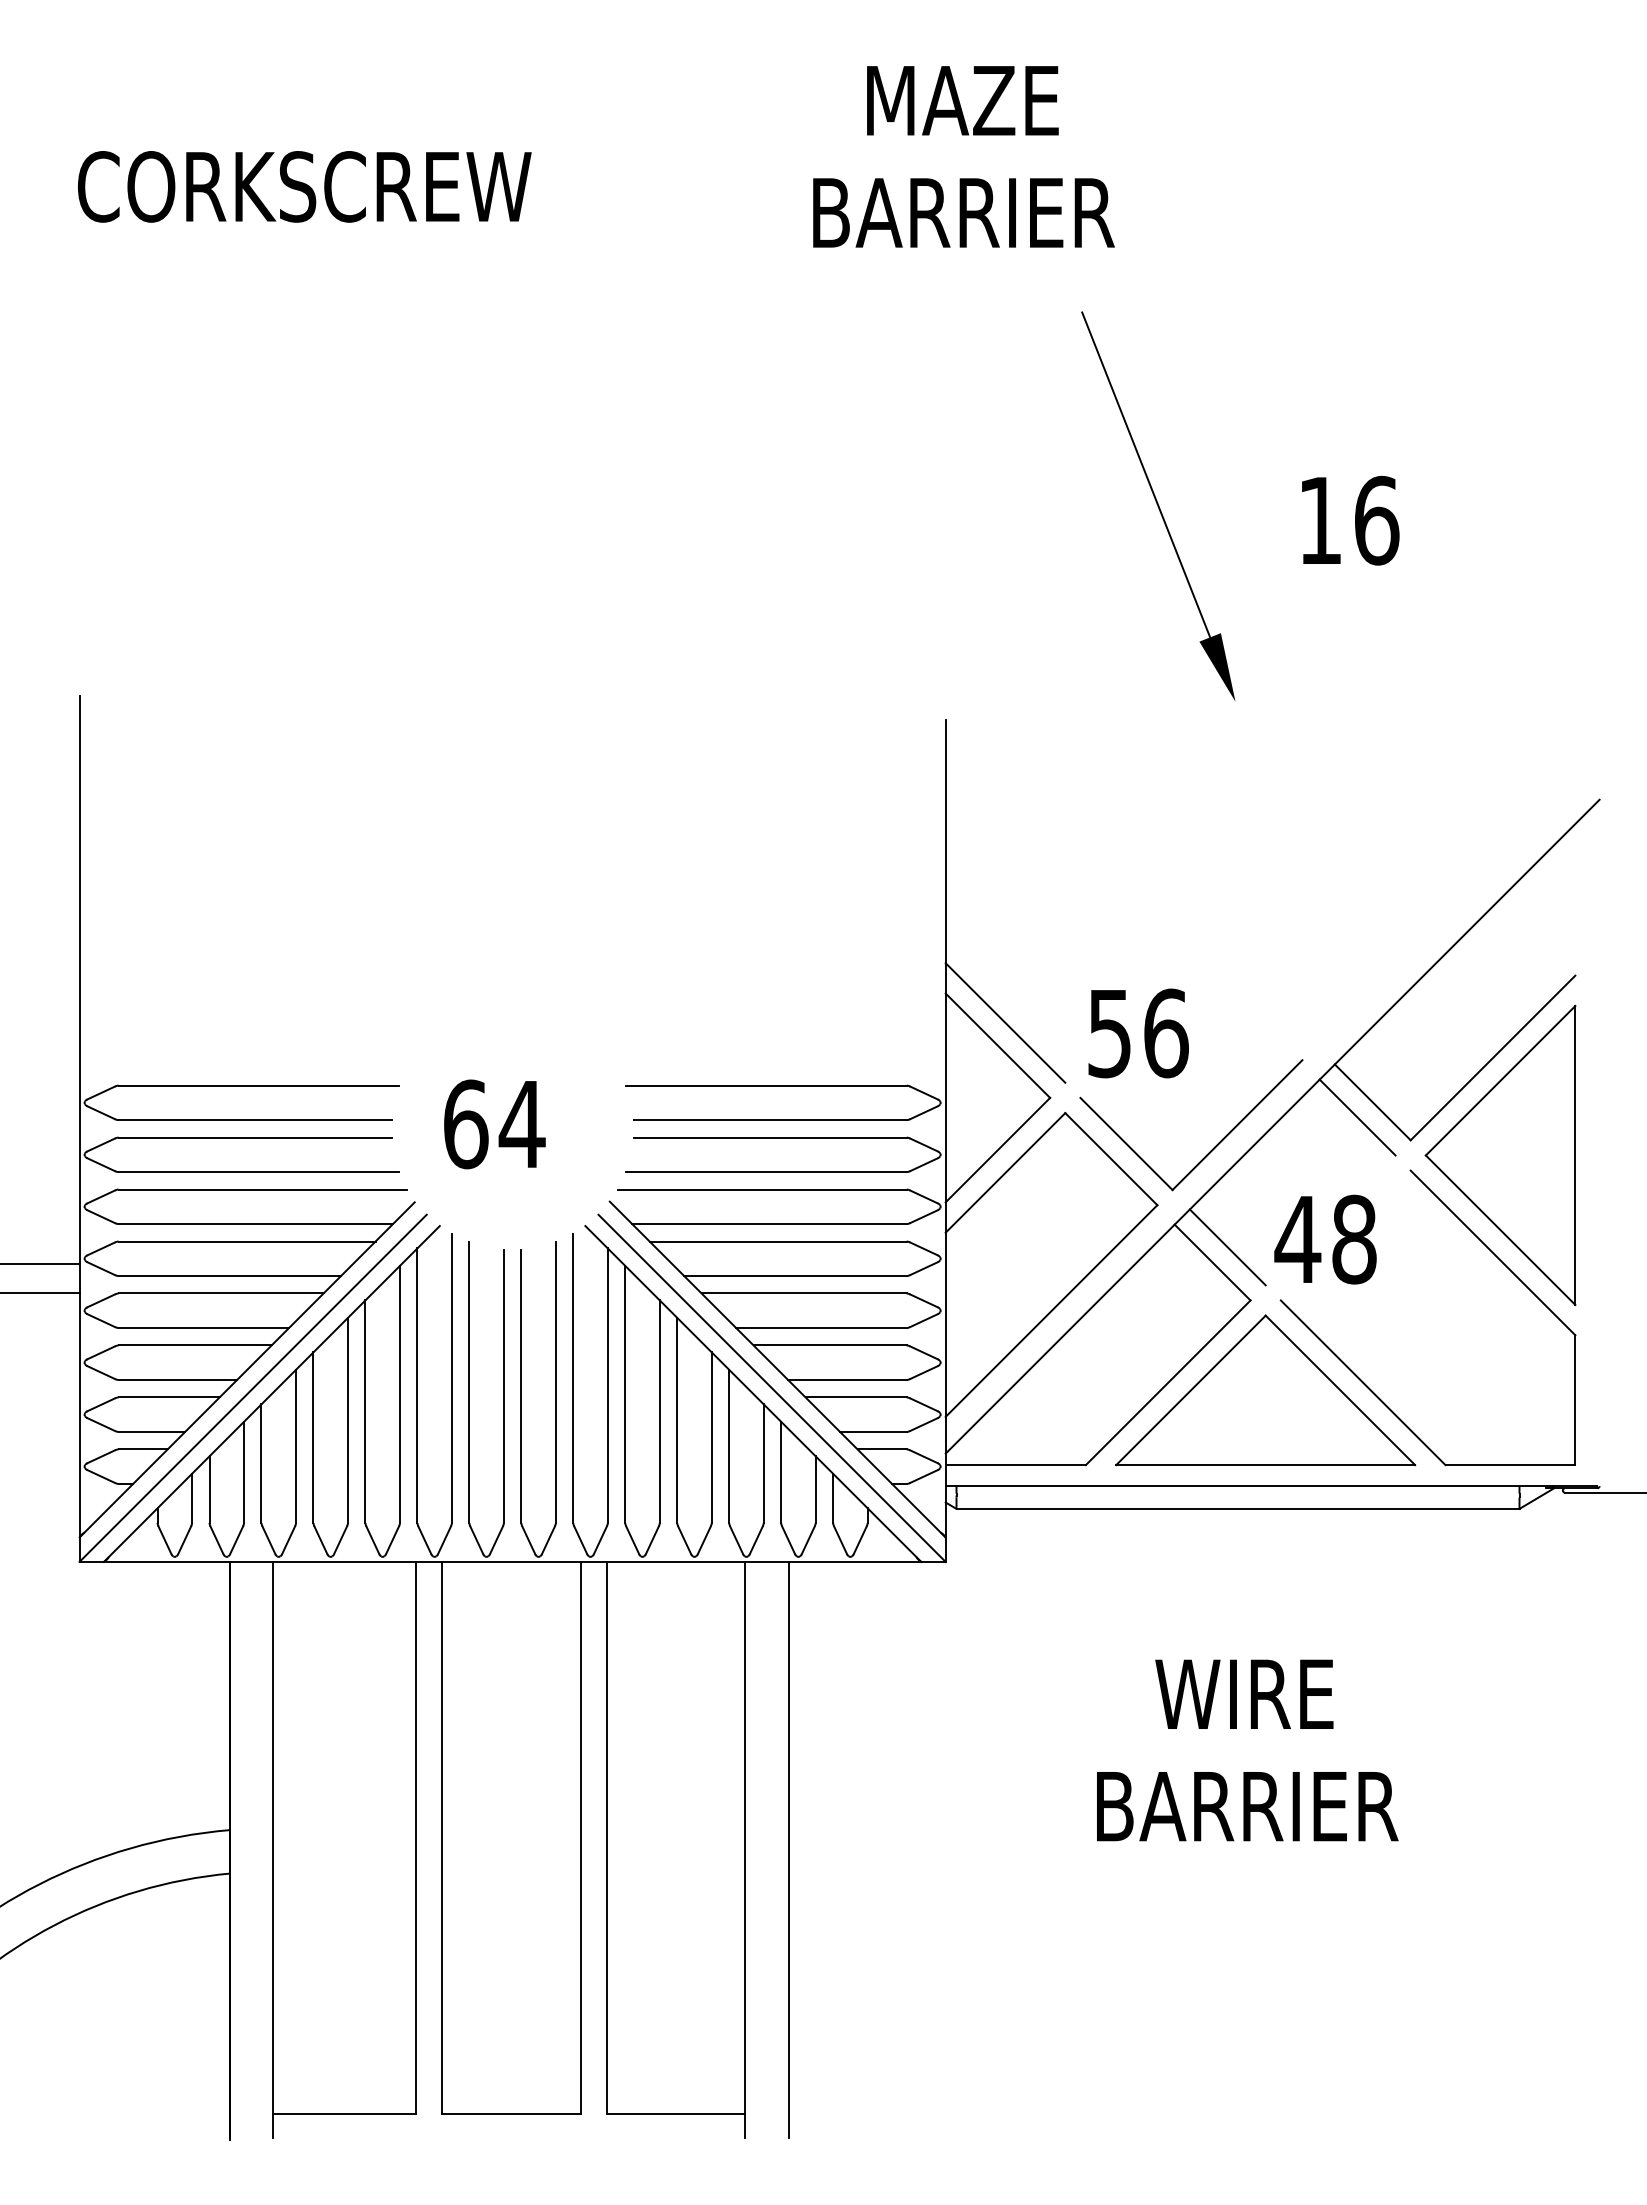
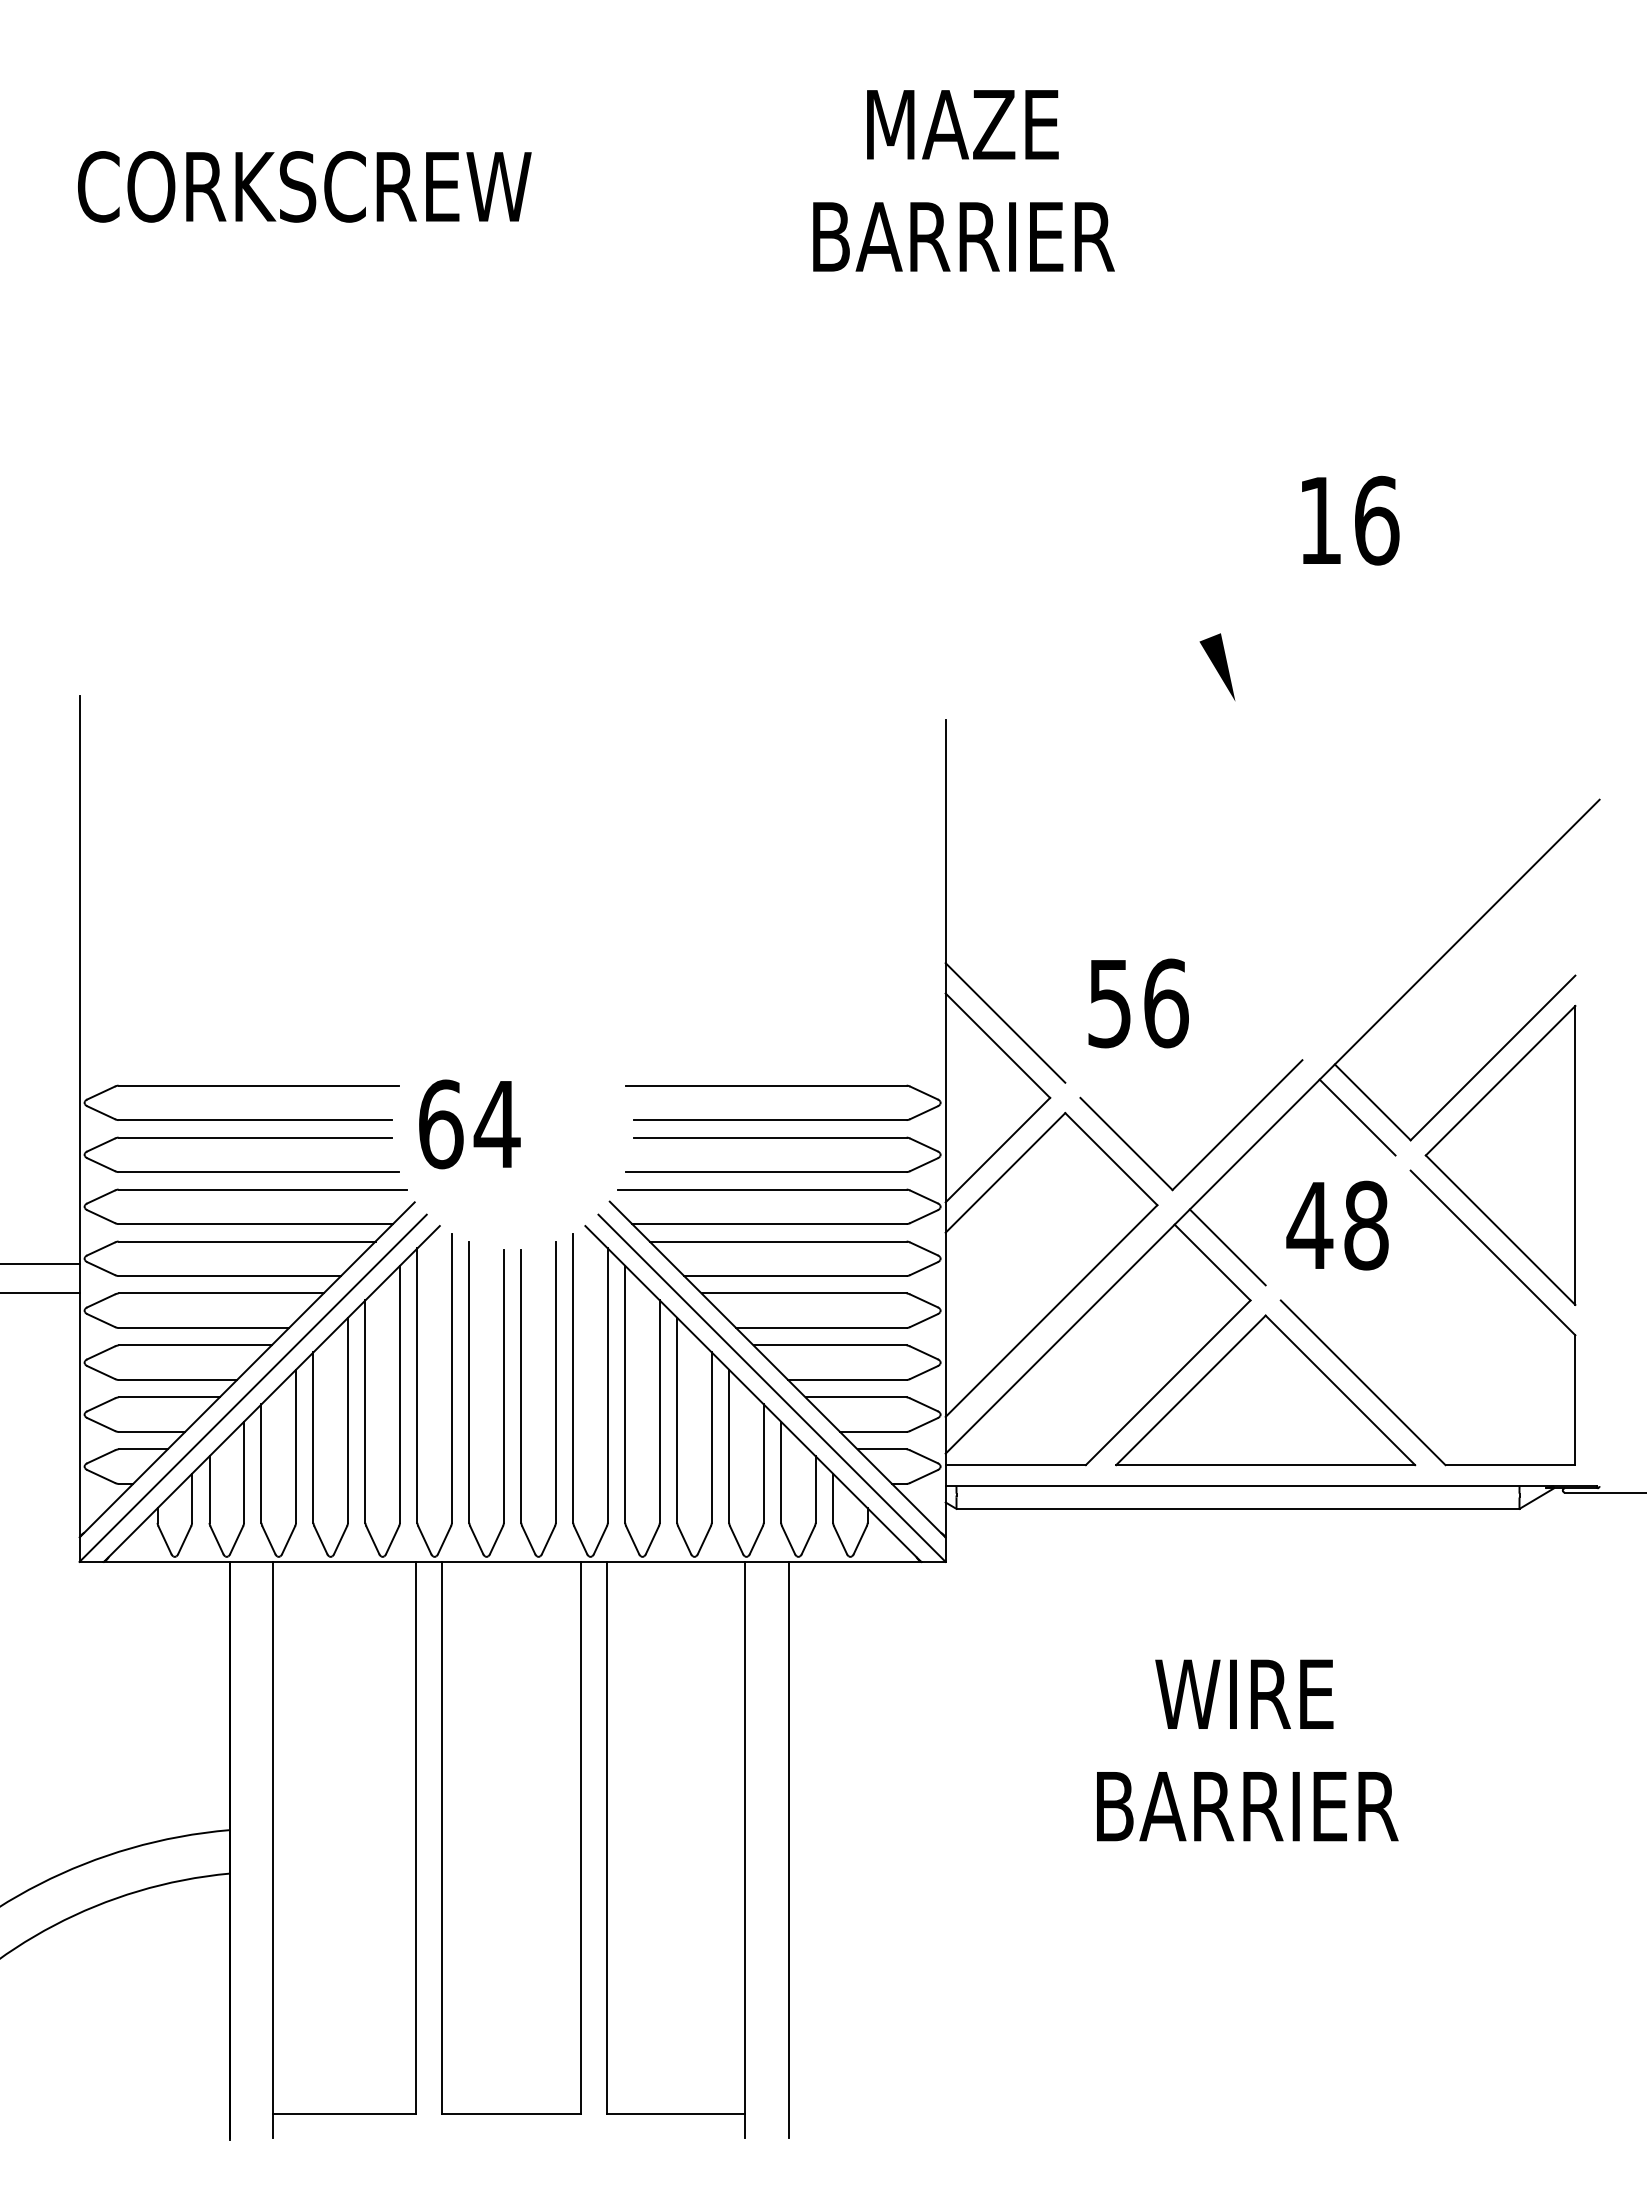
text at (963, 156) position: (963, 156) -> (963, 180)
line at (1146, 474): present -> none
text at (1138, 1033) position: (1138, 1033) -> (1138, 1003)
text at (494, 1124) position: (494, 1124) -> (469, 1124)
text at (1325, 1239) position: (1325, 1239) -> (1337, 1225)
